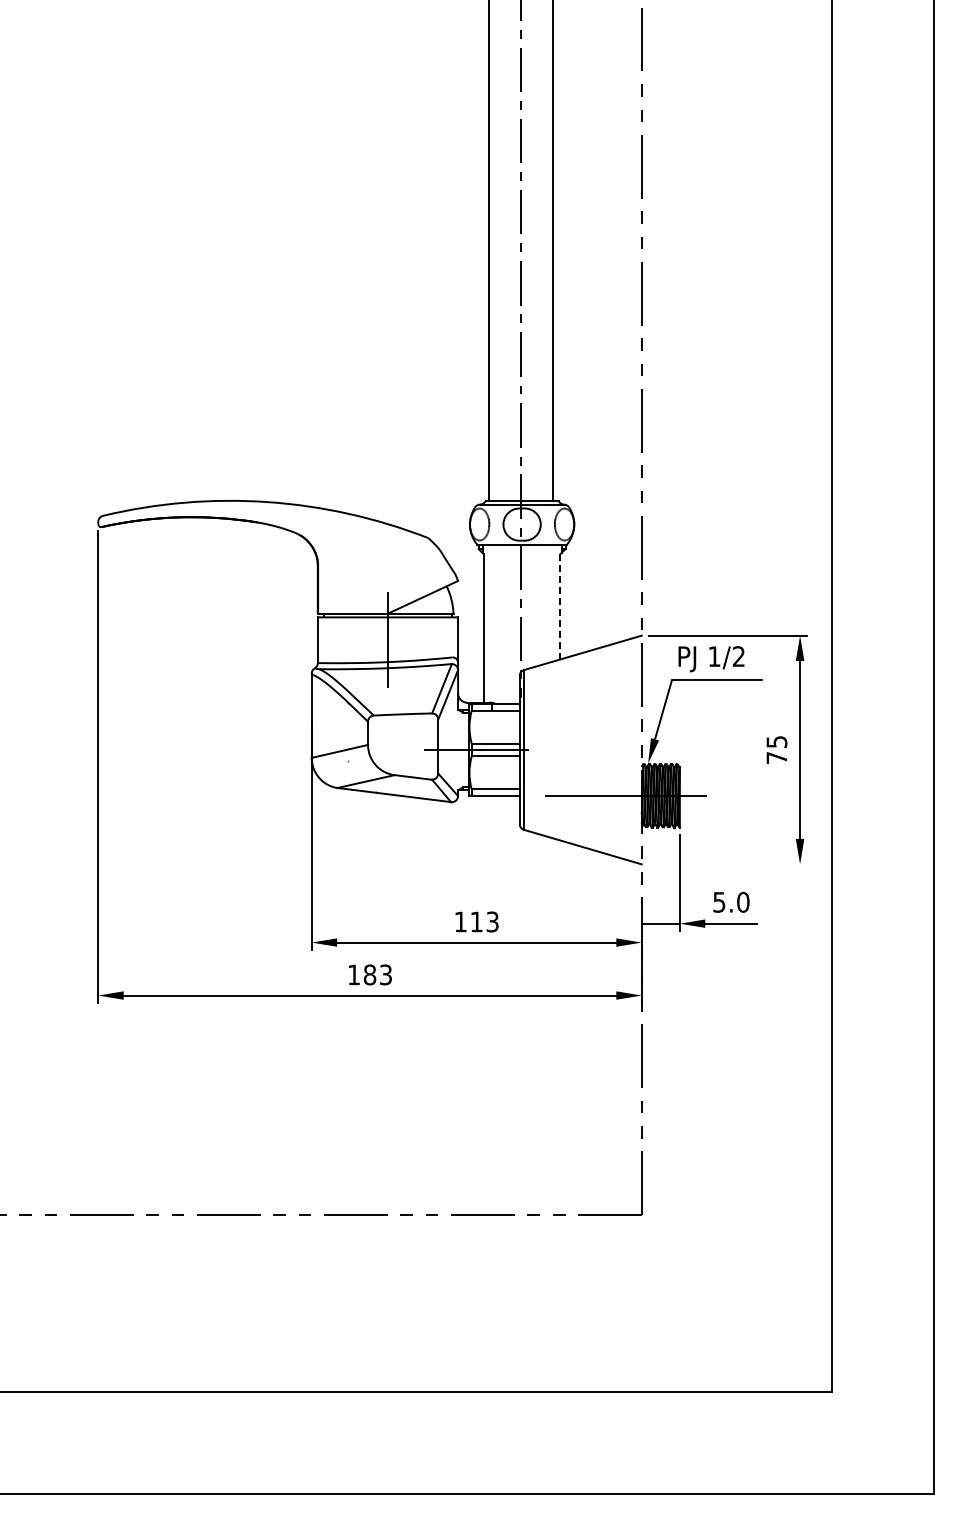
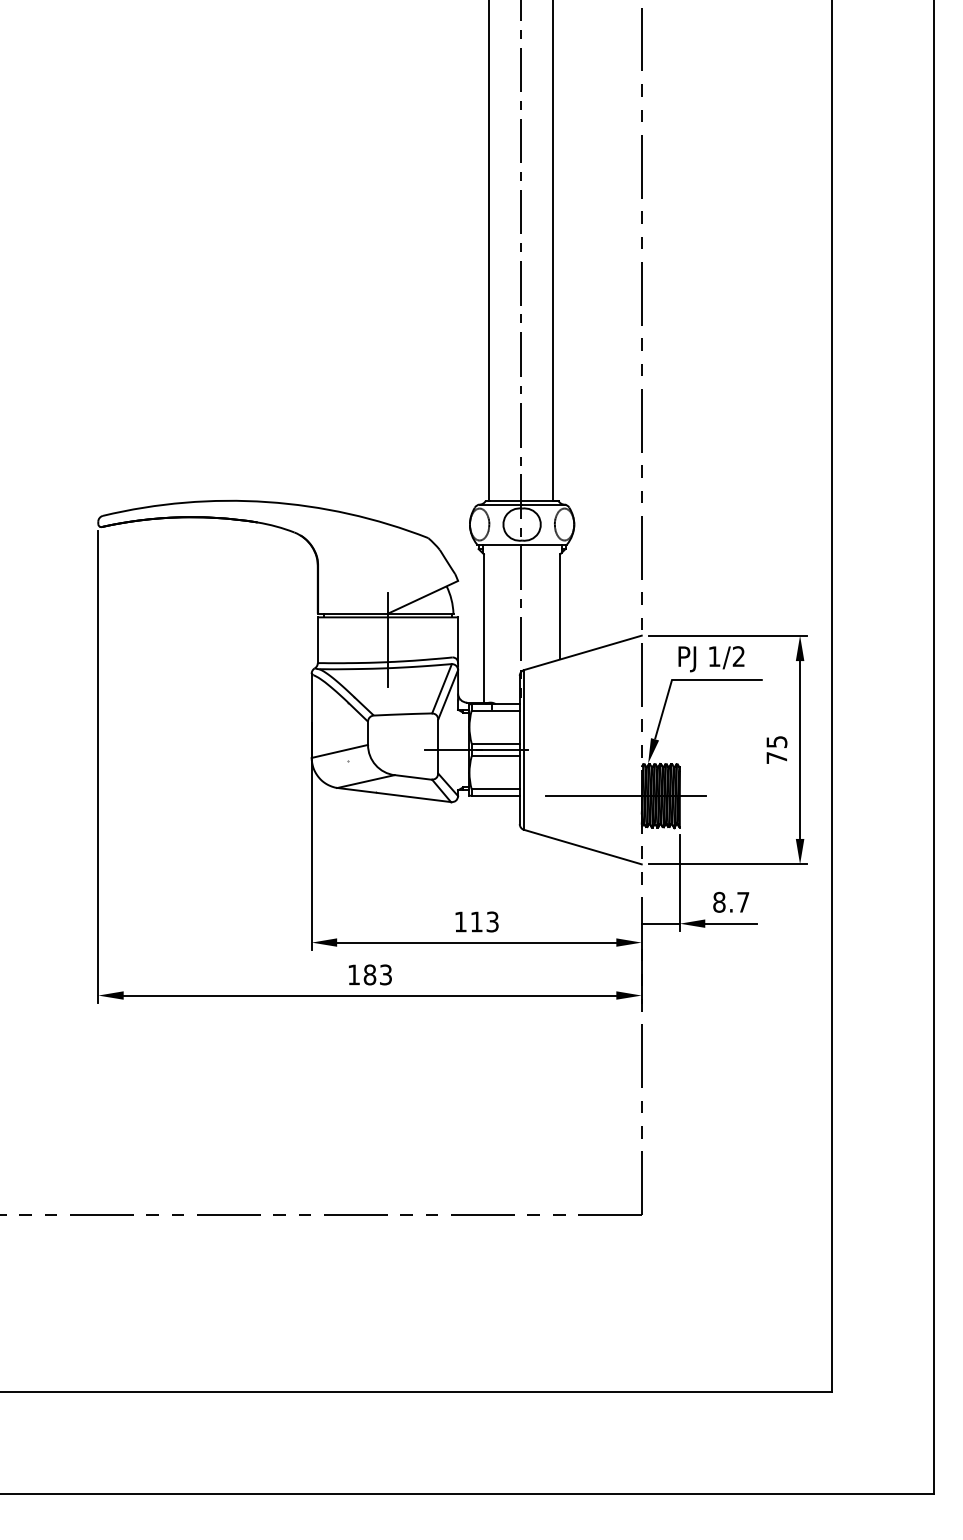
line at (560, 606): dashed -> solid
line at (727, 864): none -> present
text at (731, 901): 5.0 -> 8.7
